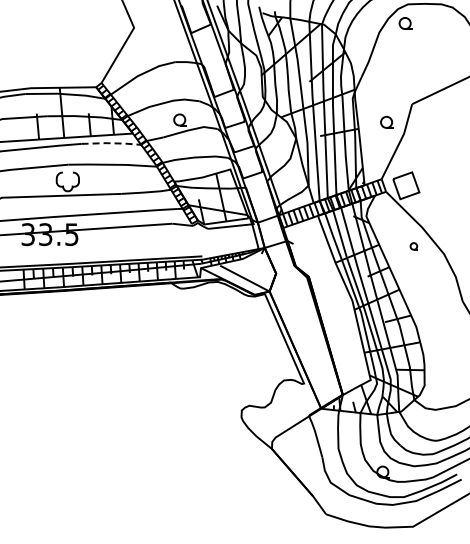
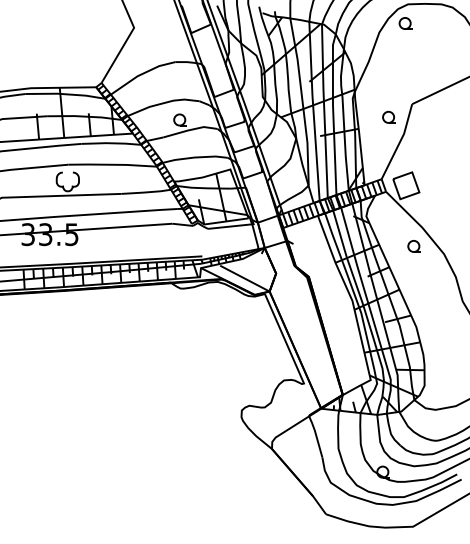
part at (386, 121) position: (386, 121) -> (388, 116)
line at (111, 143): dashed -> solid
part at (413, 246) size: 10x9 px -> 14x13 px
